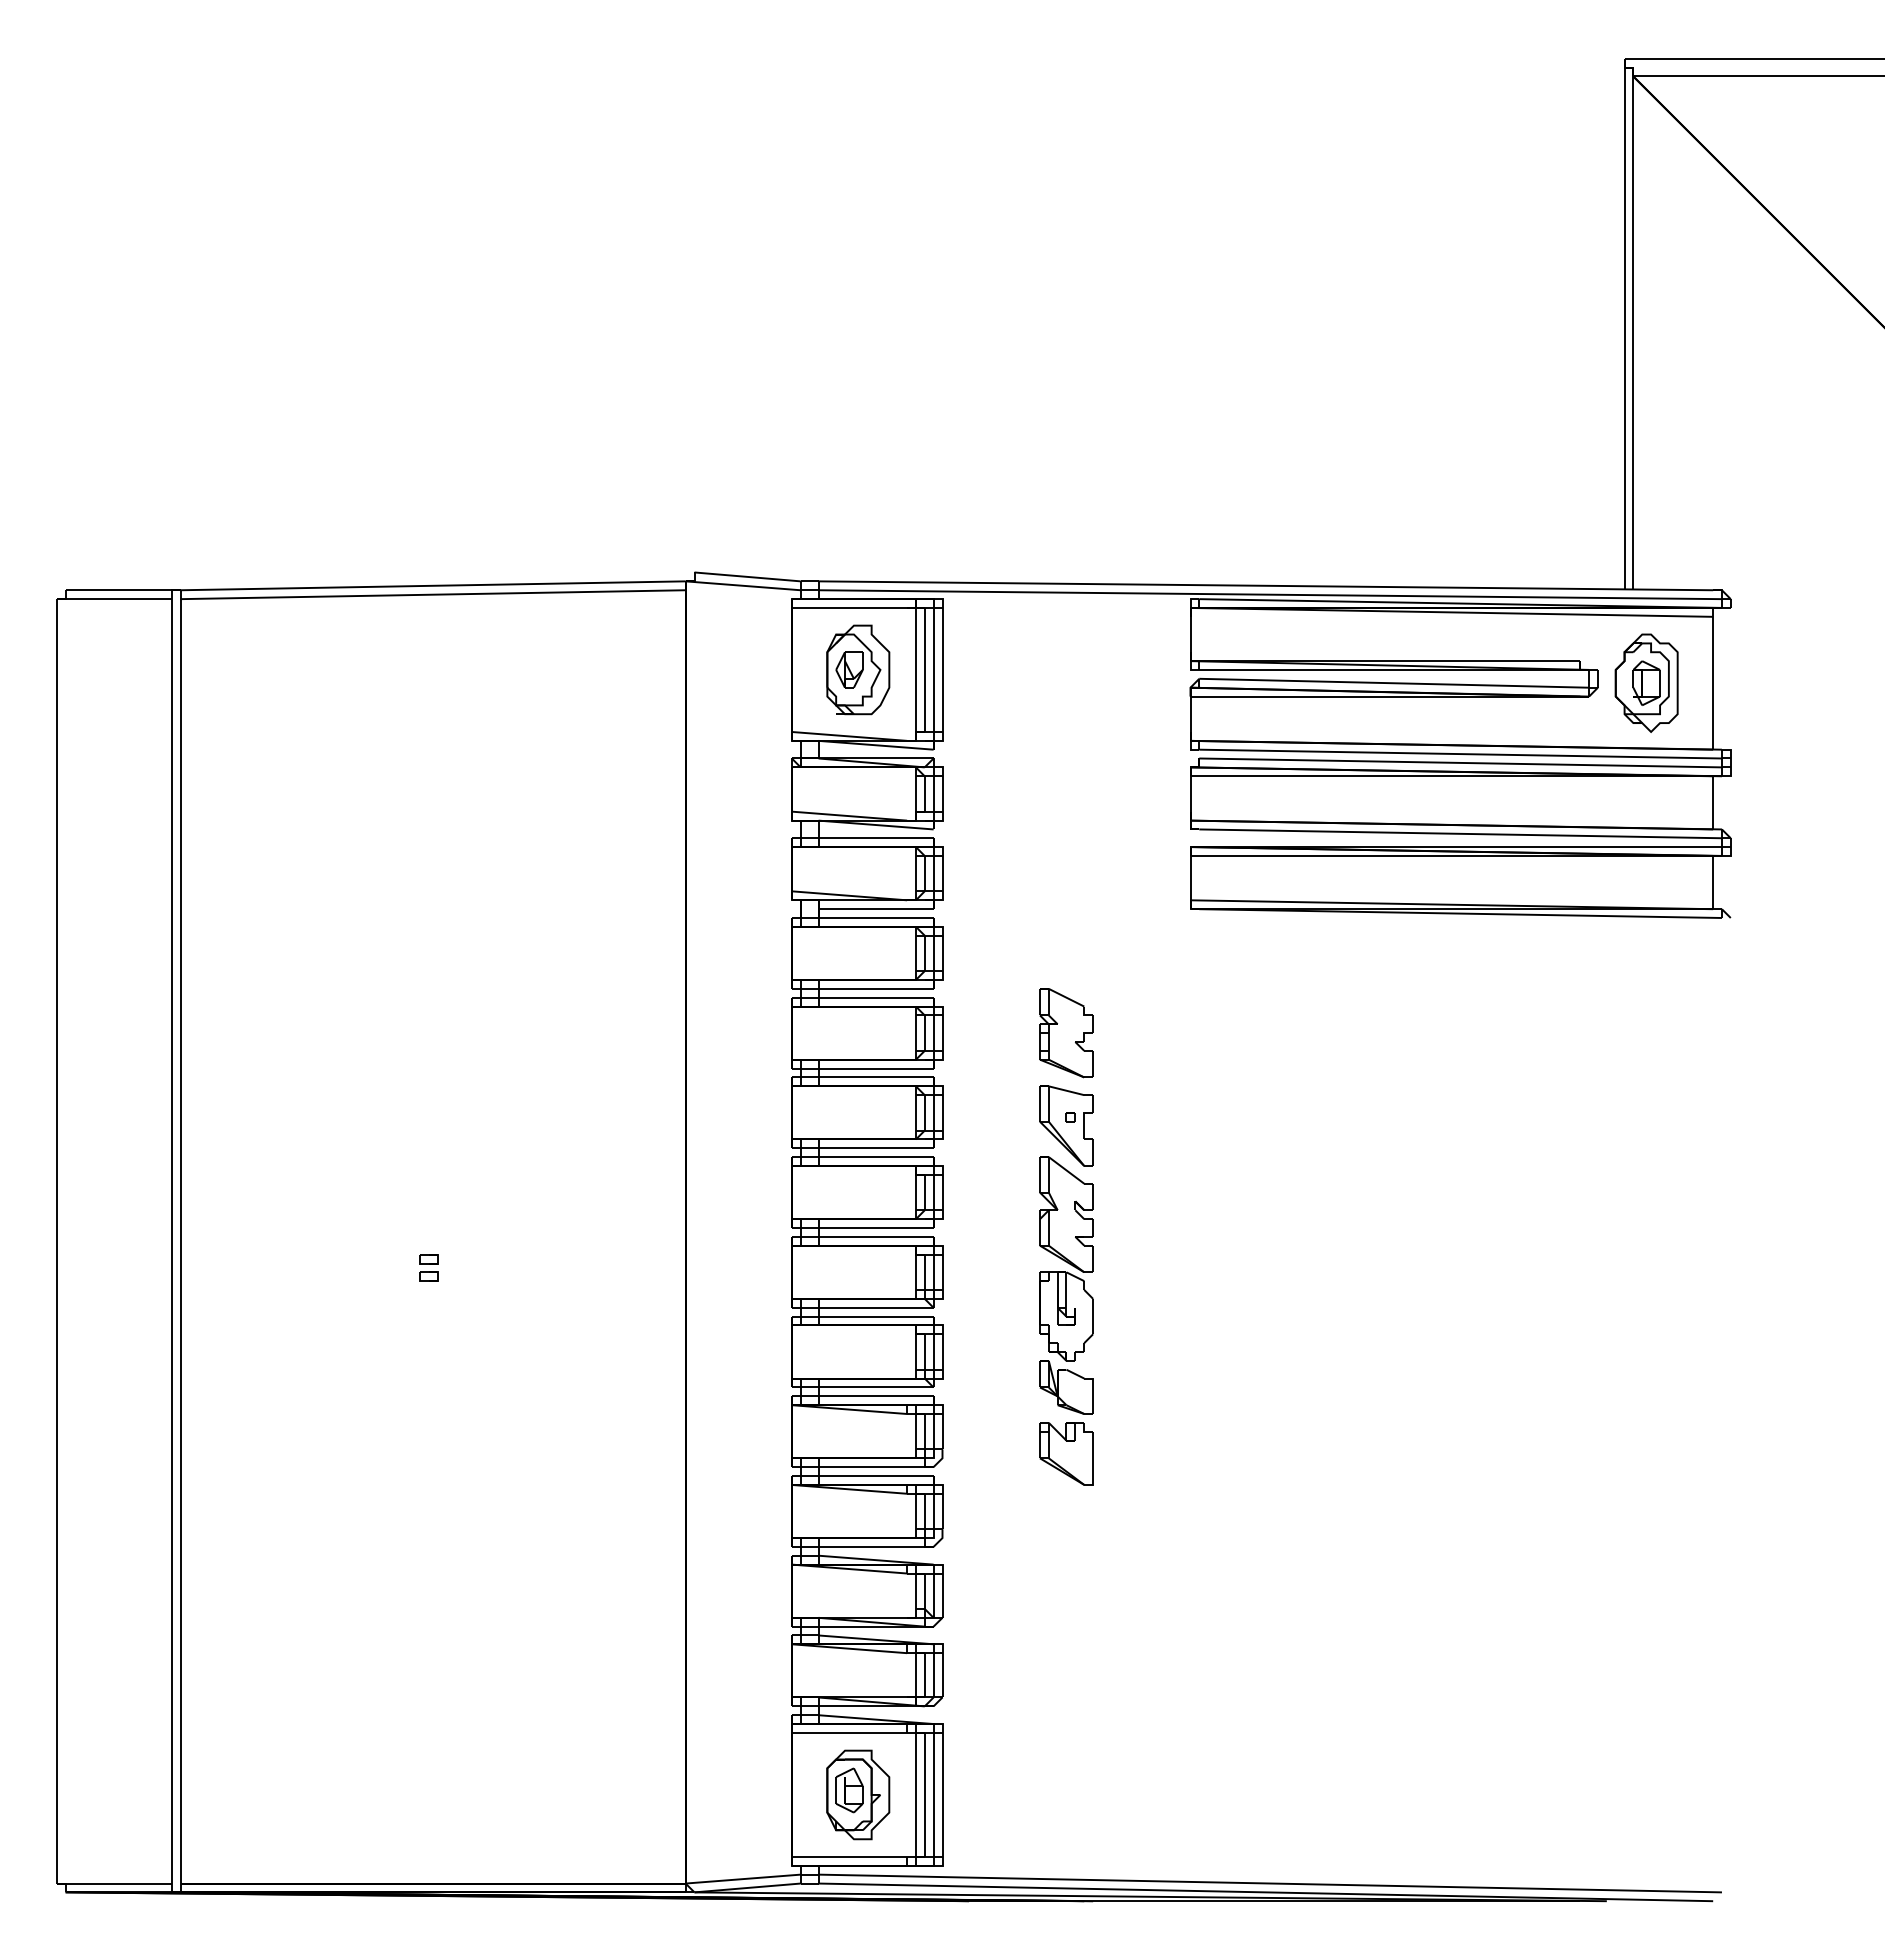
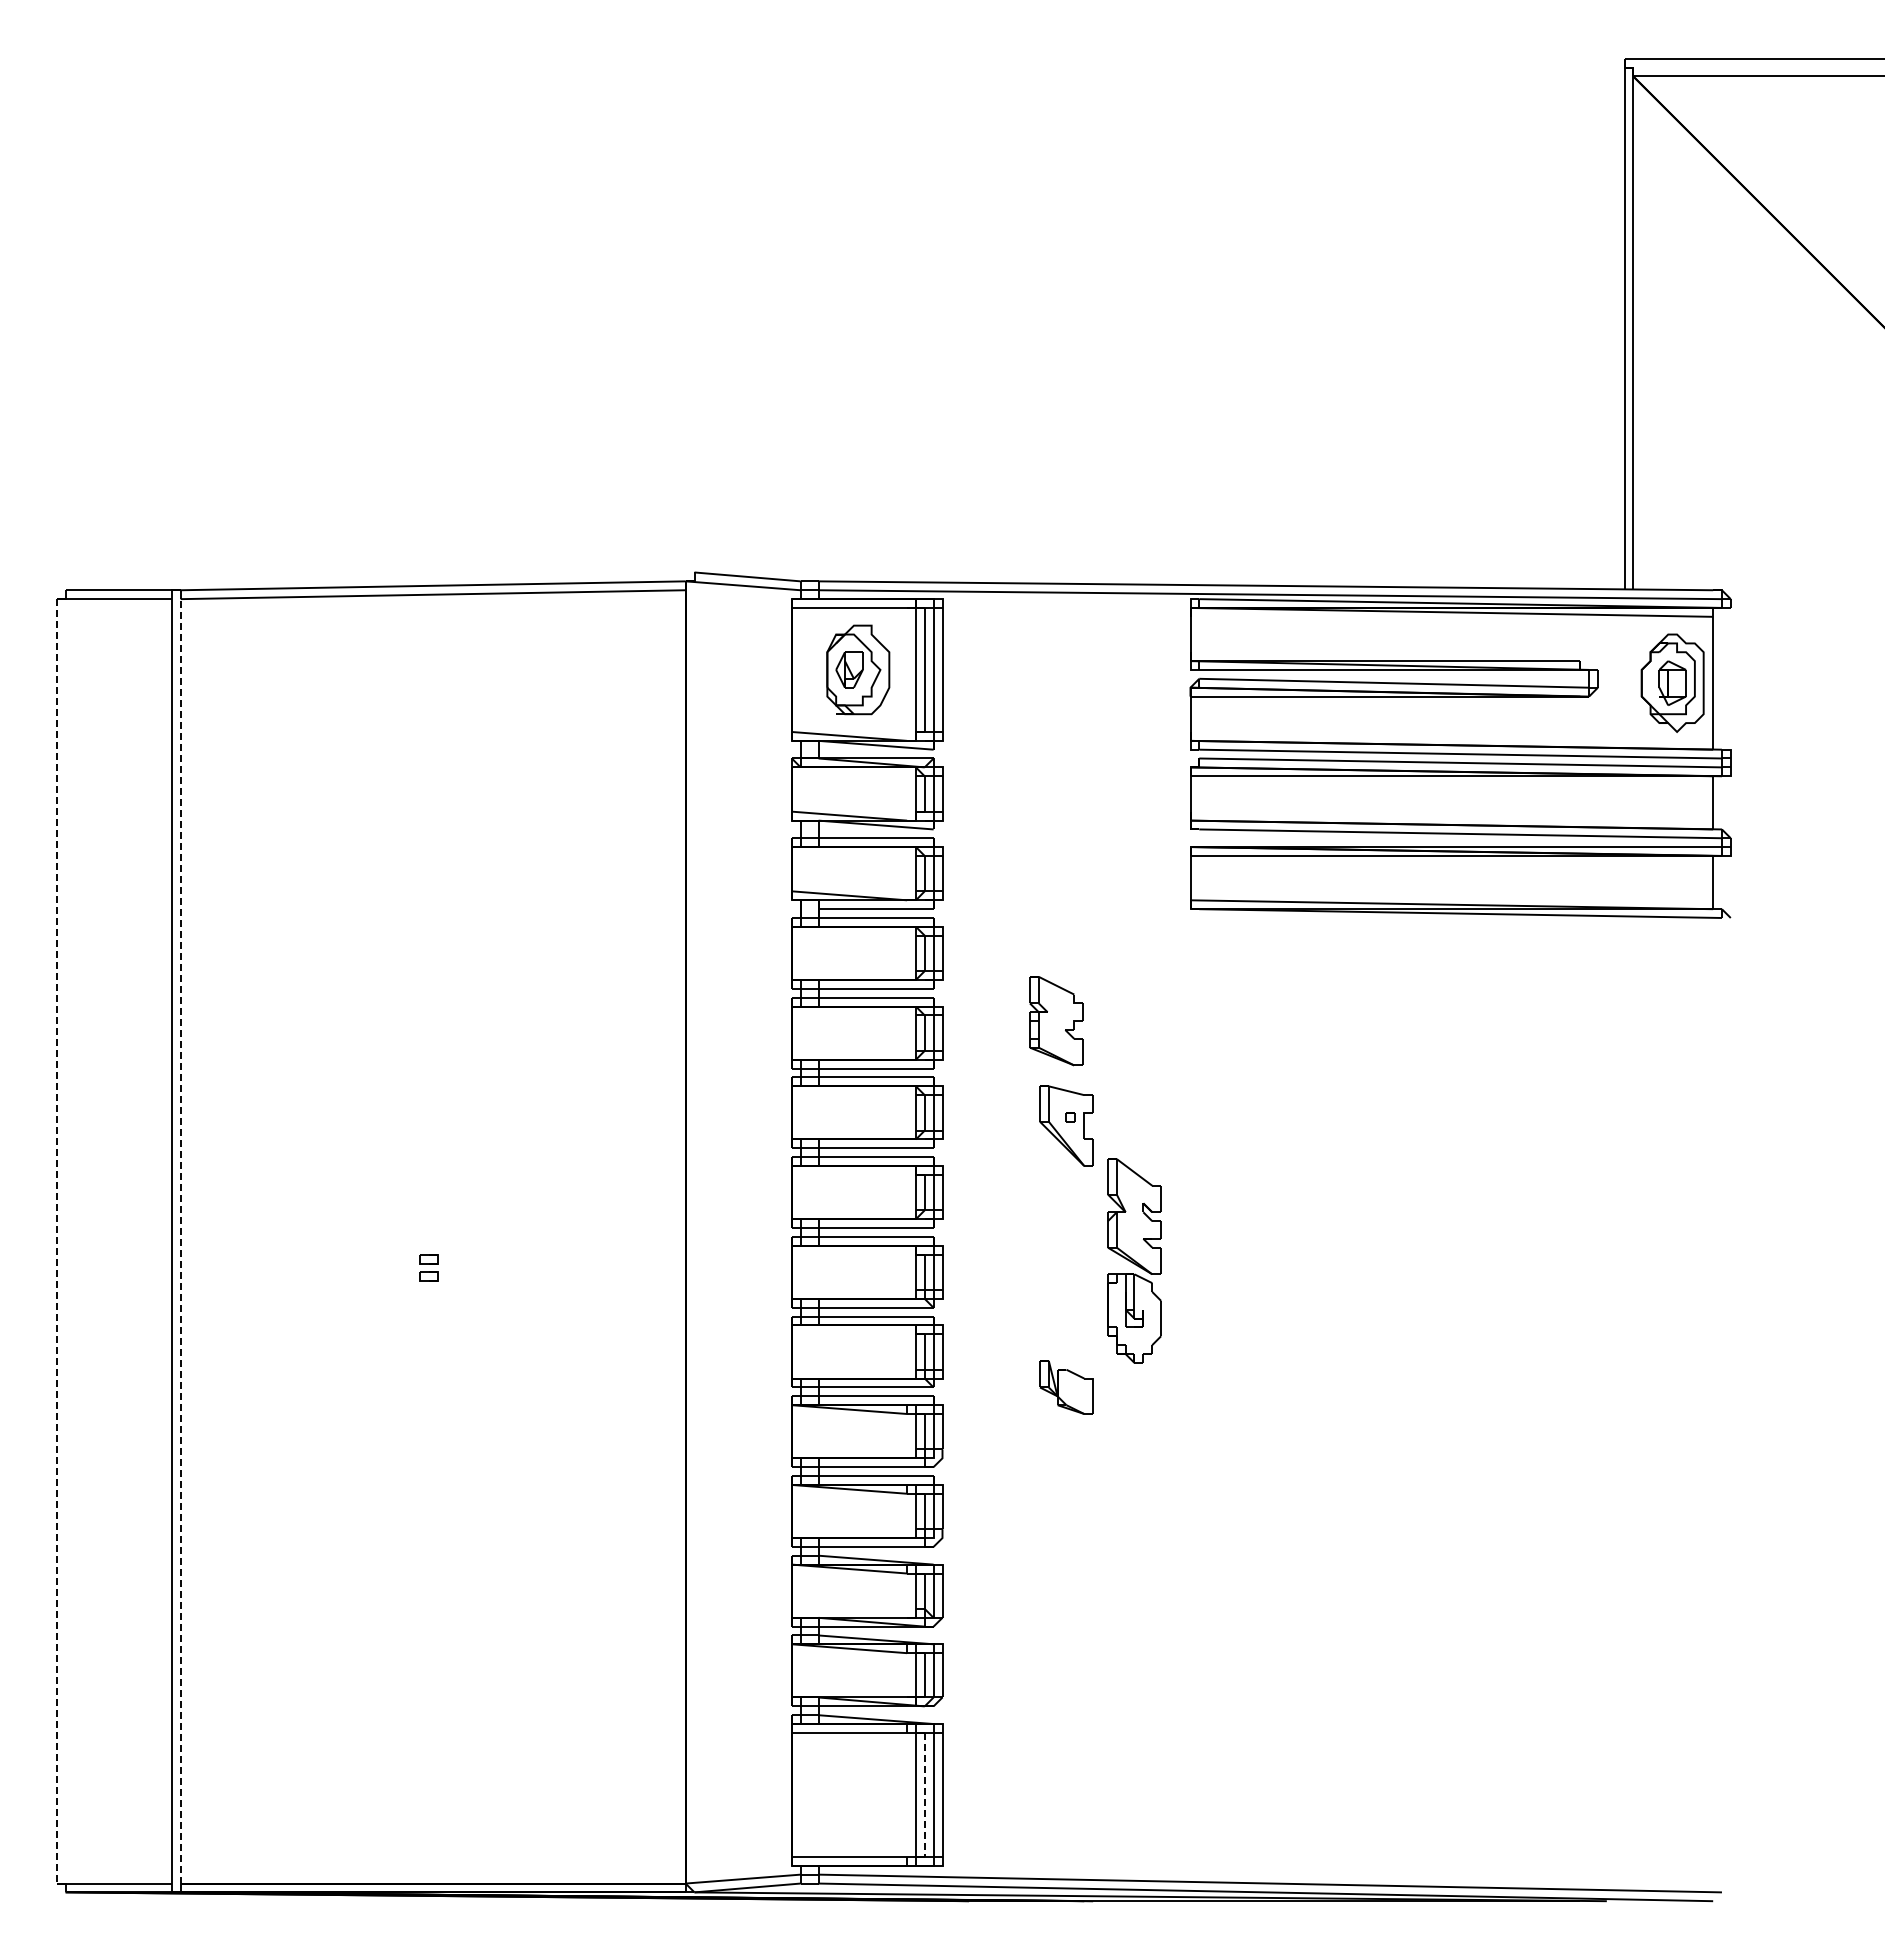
part at (1646, 682) position: (1646, 682) -> (1672, 682)
part at (1066, 1033) position: (1066, 1033) -> (1056, 1021)
line at (180, 1240): solid -> dashed
line at (56, 1241): solid -> dashed
part at (1066, 1258) position: (1066, 1258) -> (1134, 1260)
part at (1066, 1453): present -> none
part at (858, 1794): present -> none
line at (924, 1795): solid -> dashed
